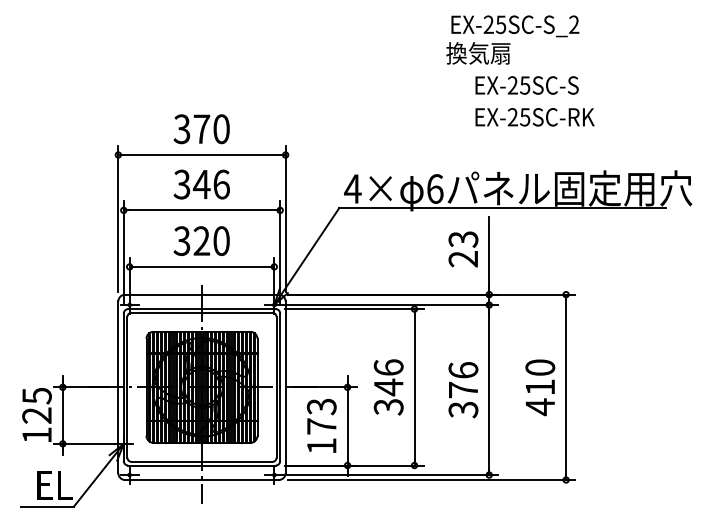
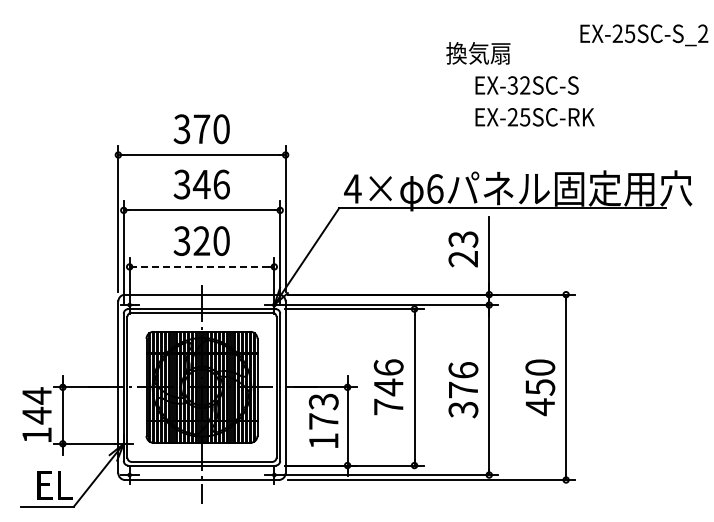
text at (515, 26) position: (515, 26) -> (644, 35)
text at (518, 85): EX-25SC-S -> EX-32SC-S
line at (202, 266): solid -> dashed
text at (540, 387): 410 -> 450
text at (36, 405): 125 -> 144
text at (388, 406): 346 -> 746
text at (321, 425) position: (321, 425) -> (323, 420)
